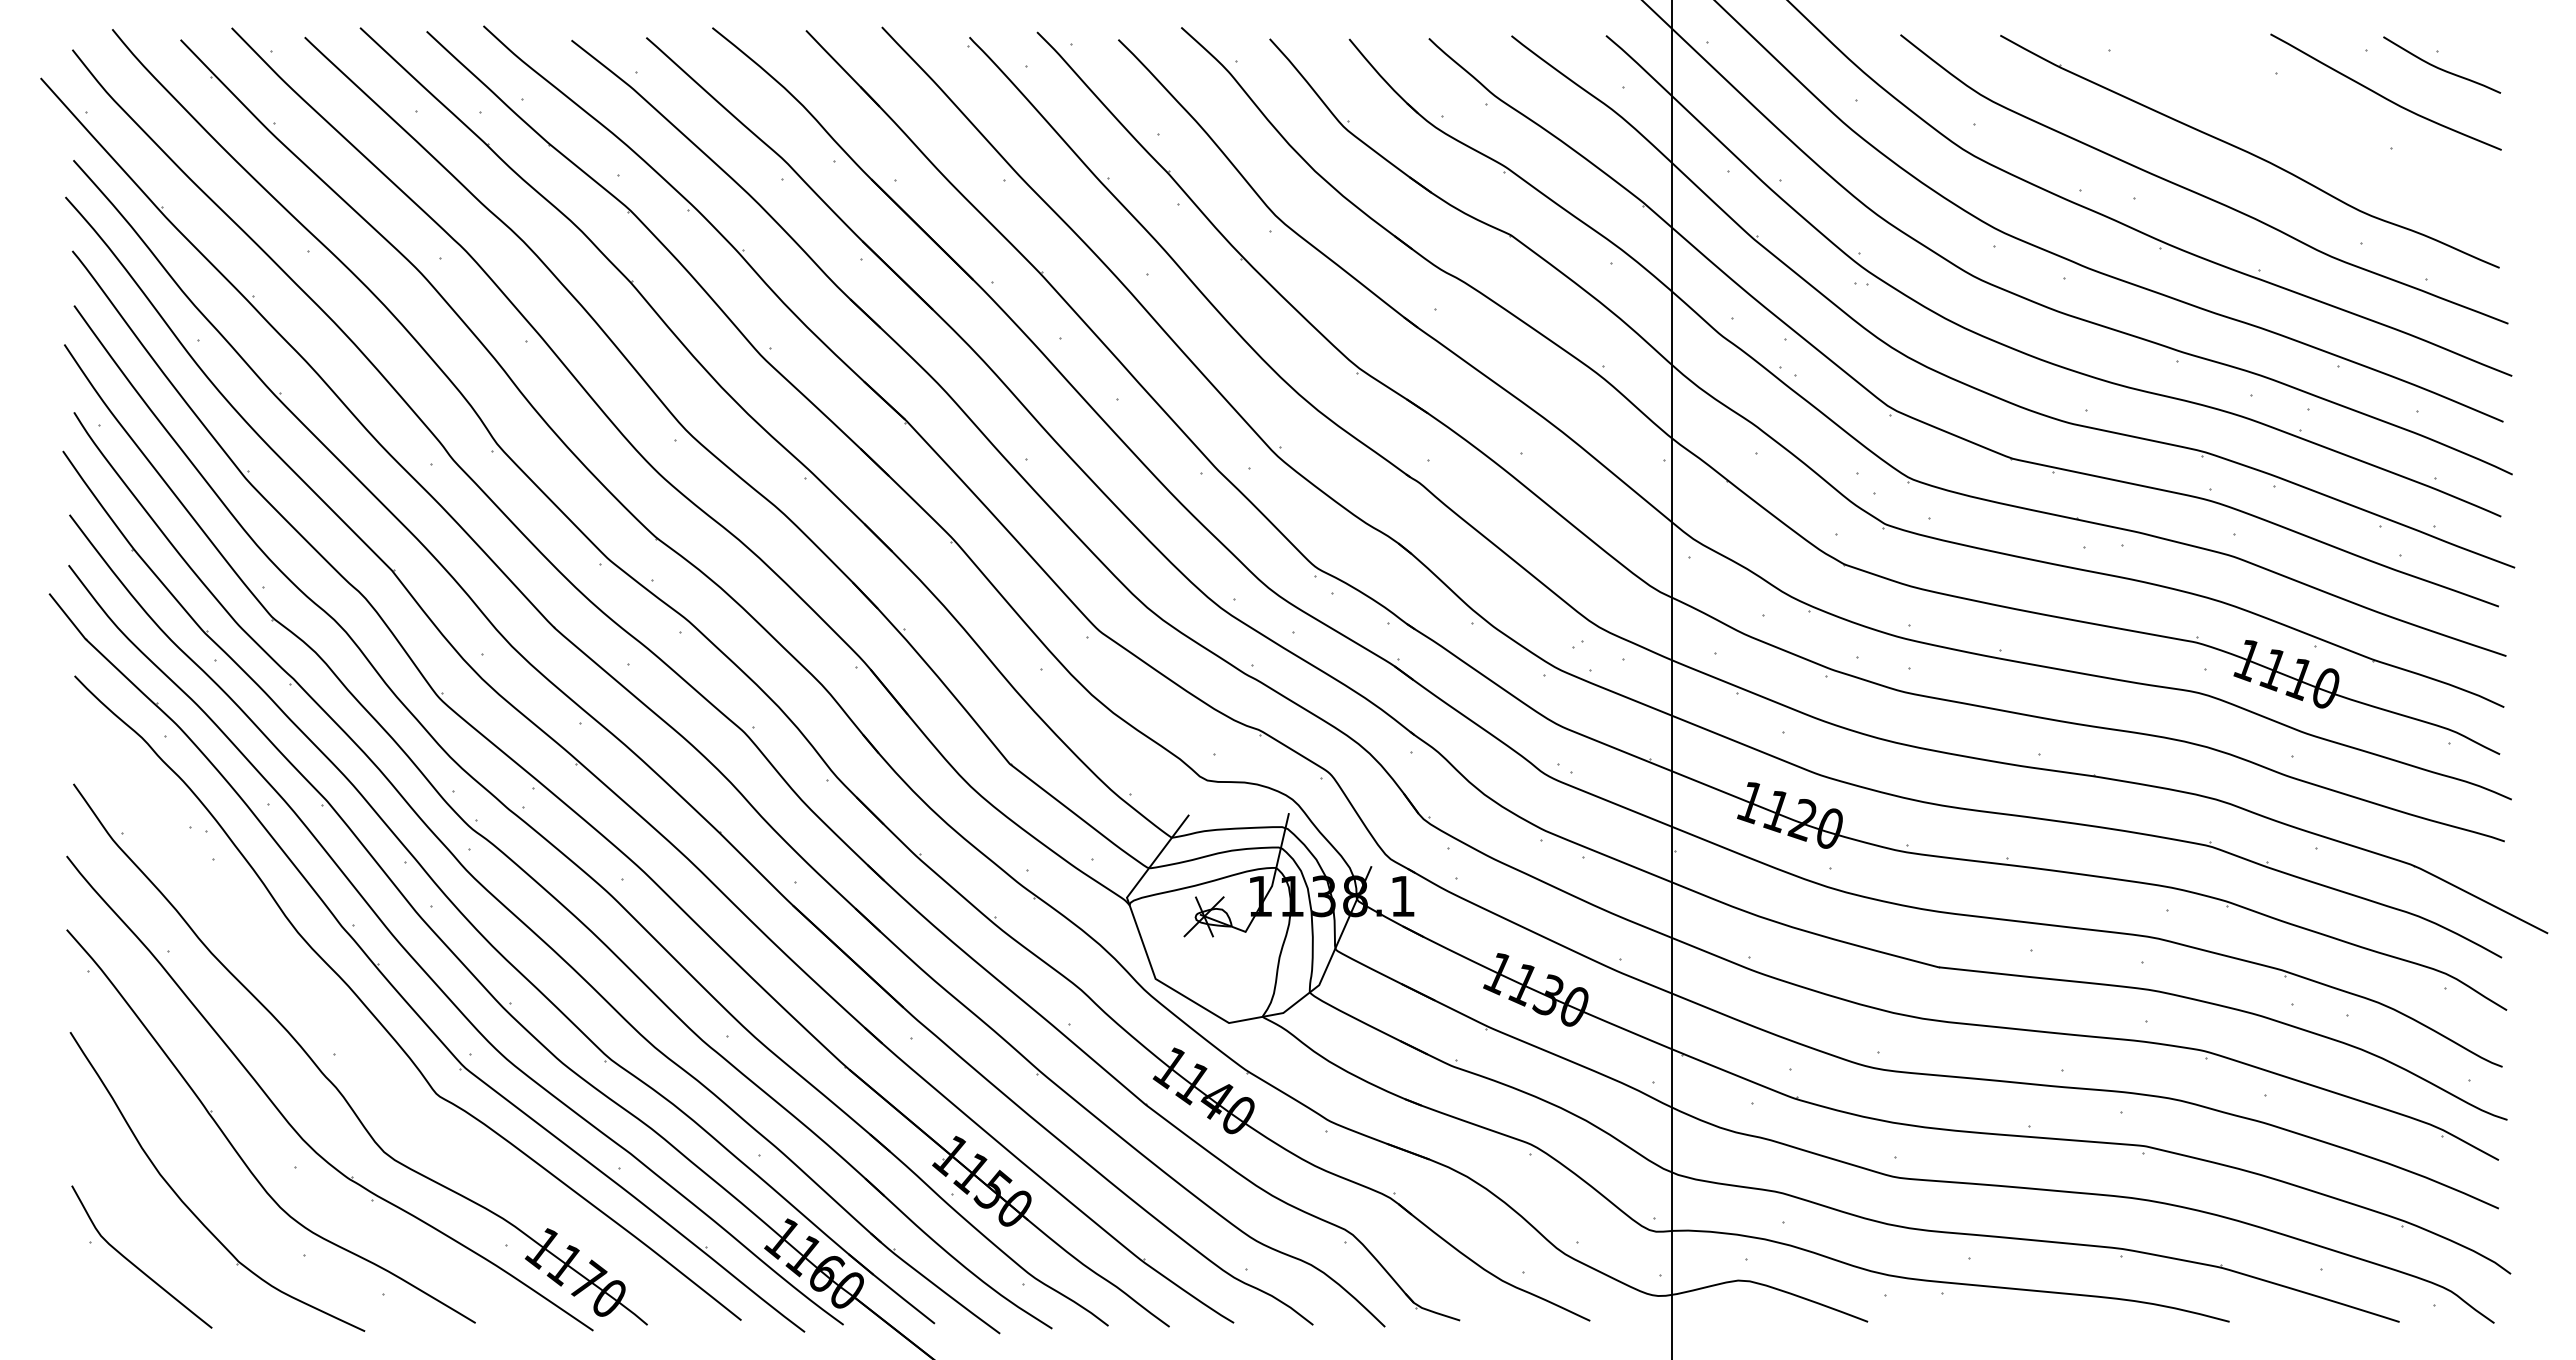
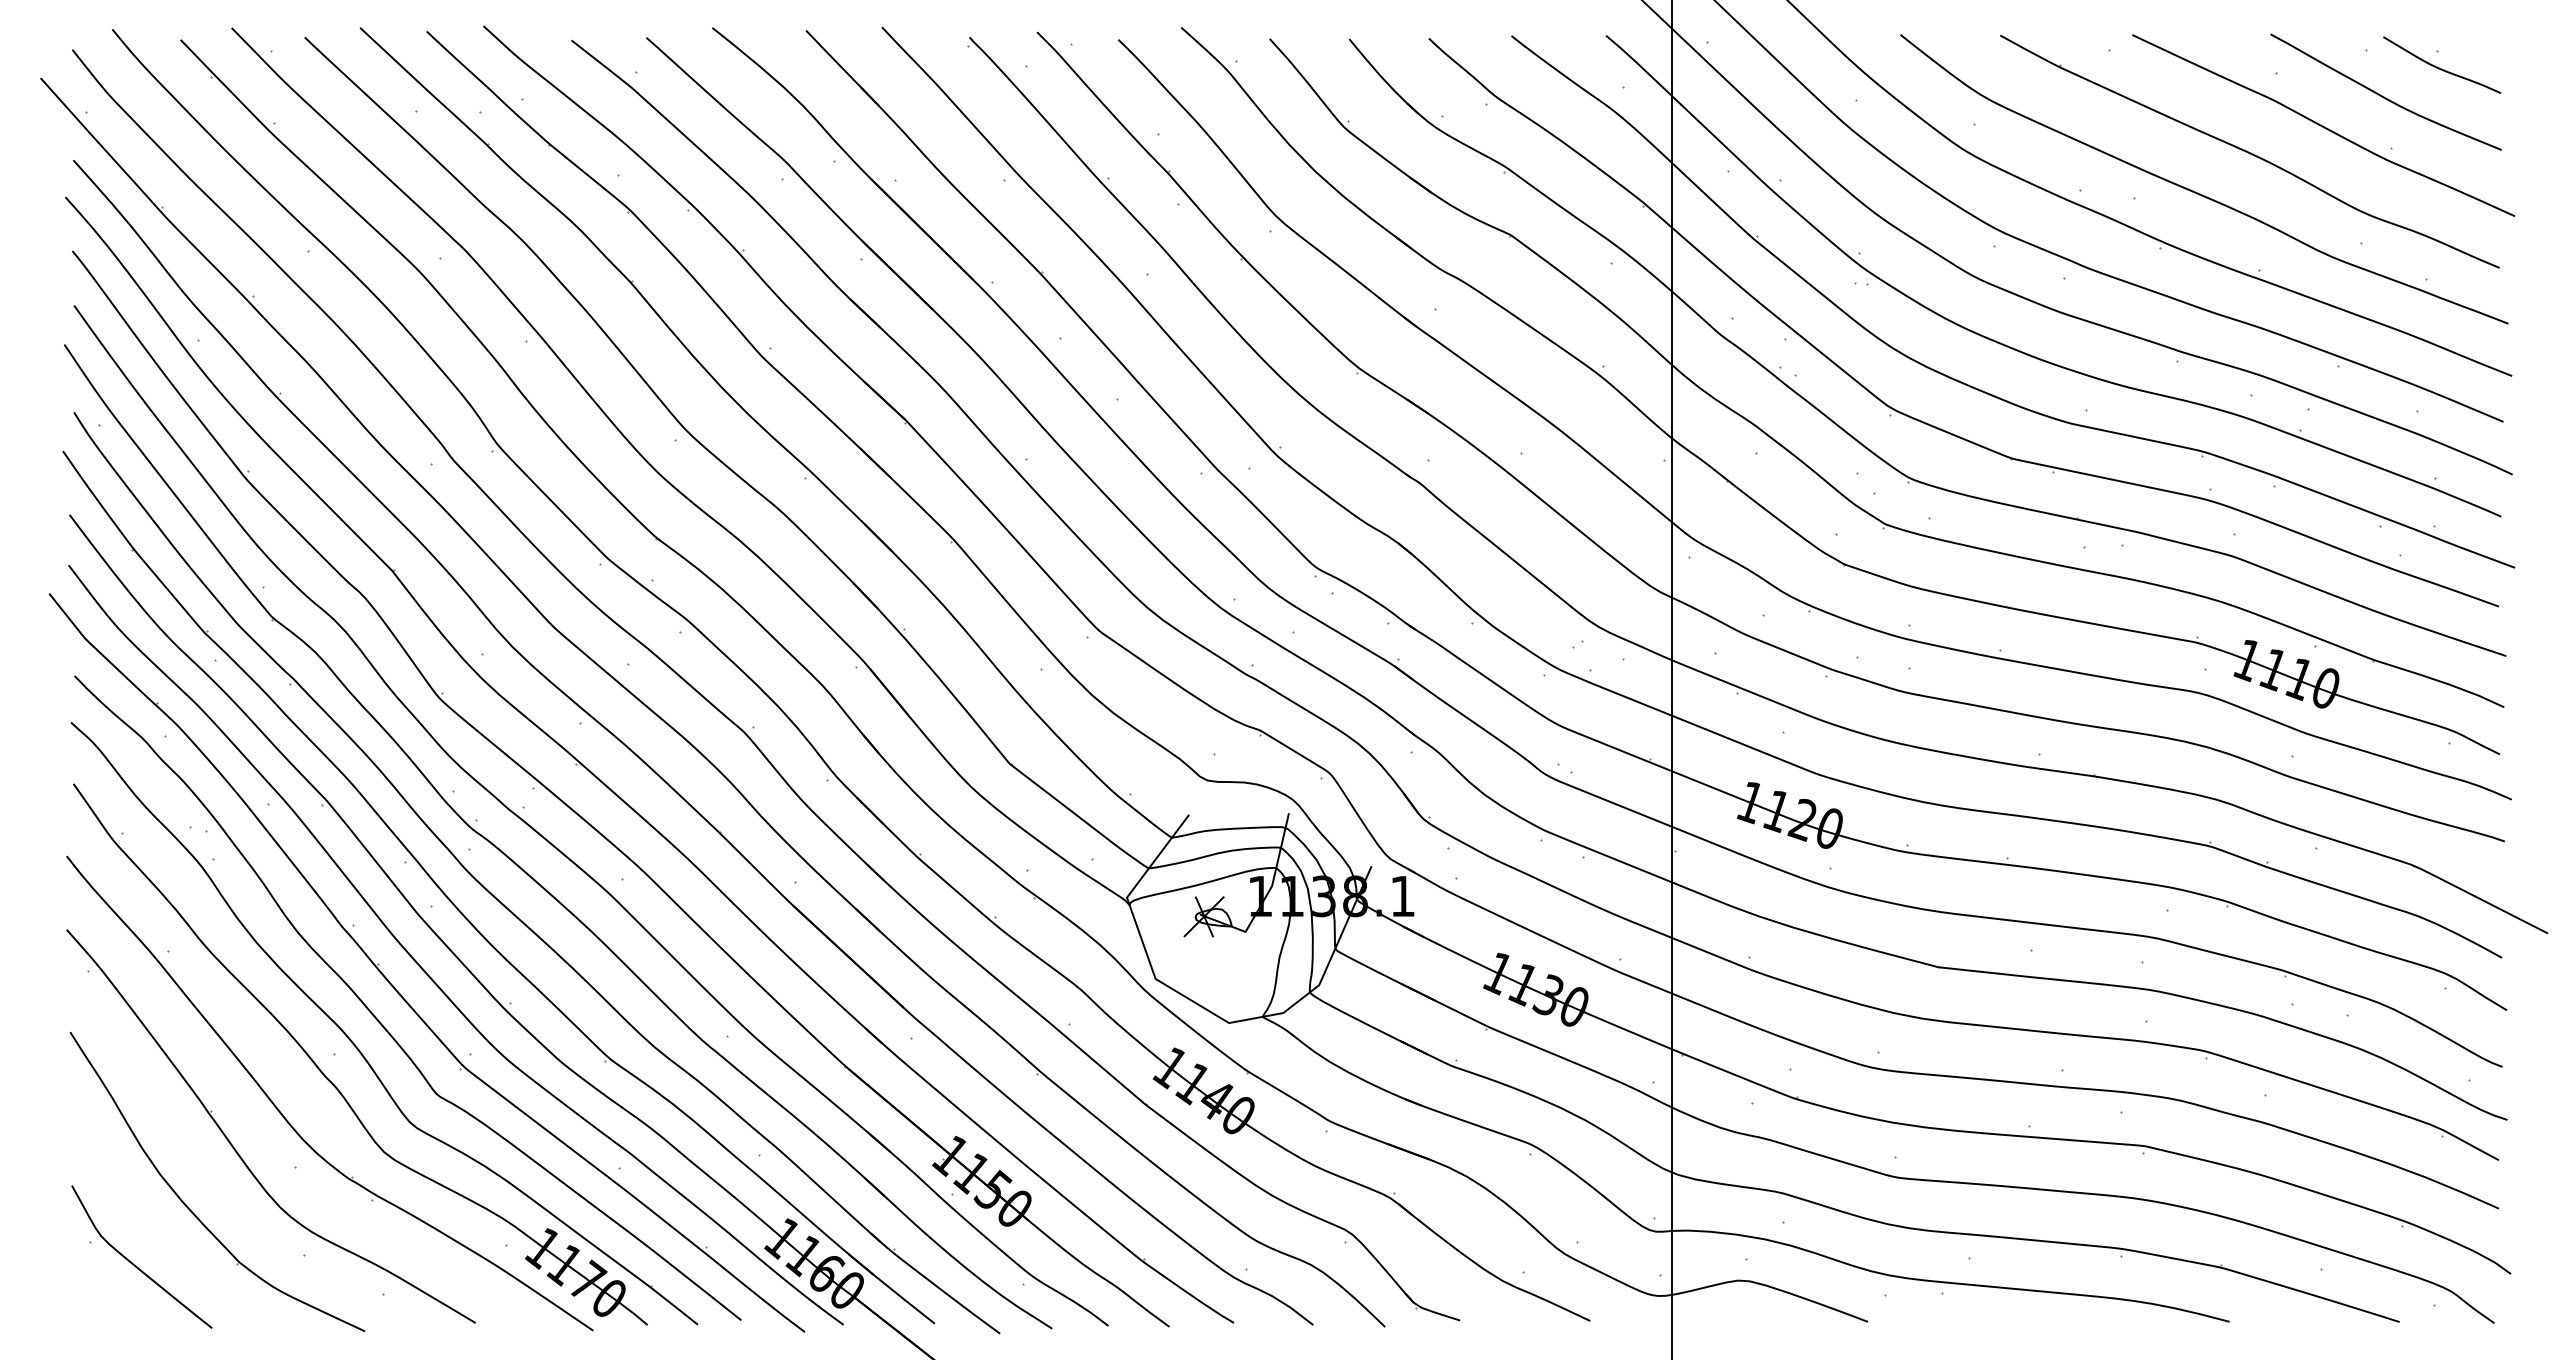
curve at (2323, 125): none -> present
part at (356, 1045): none -> present
